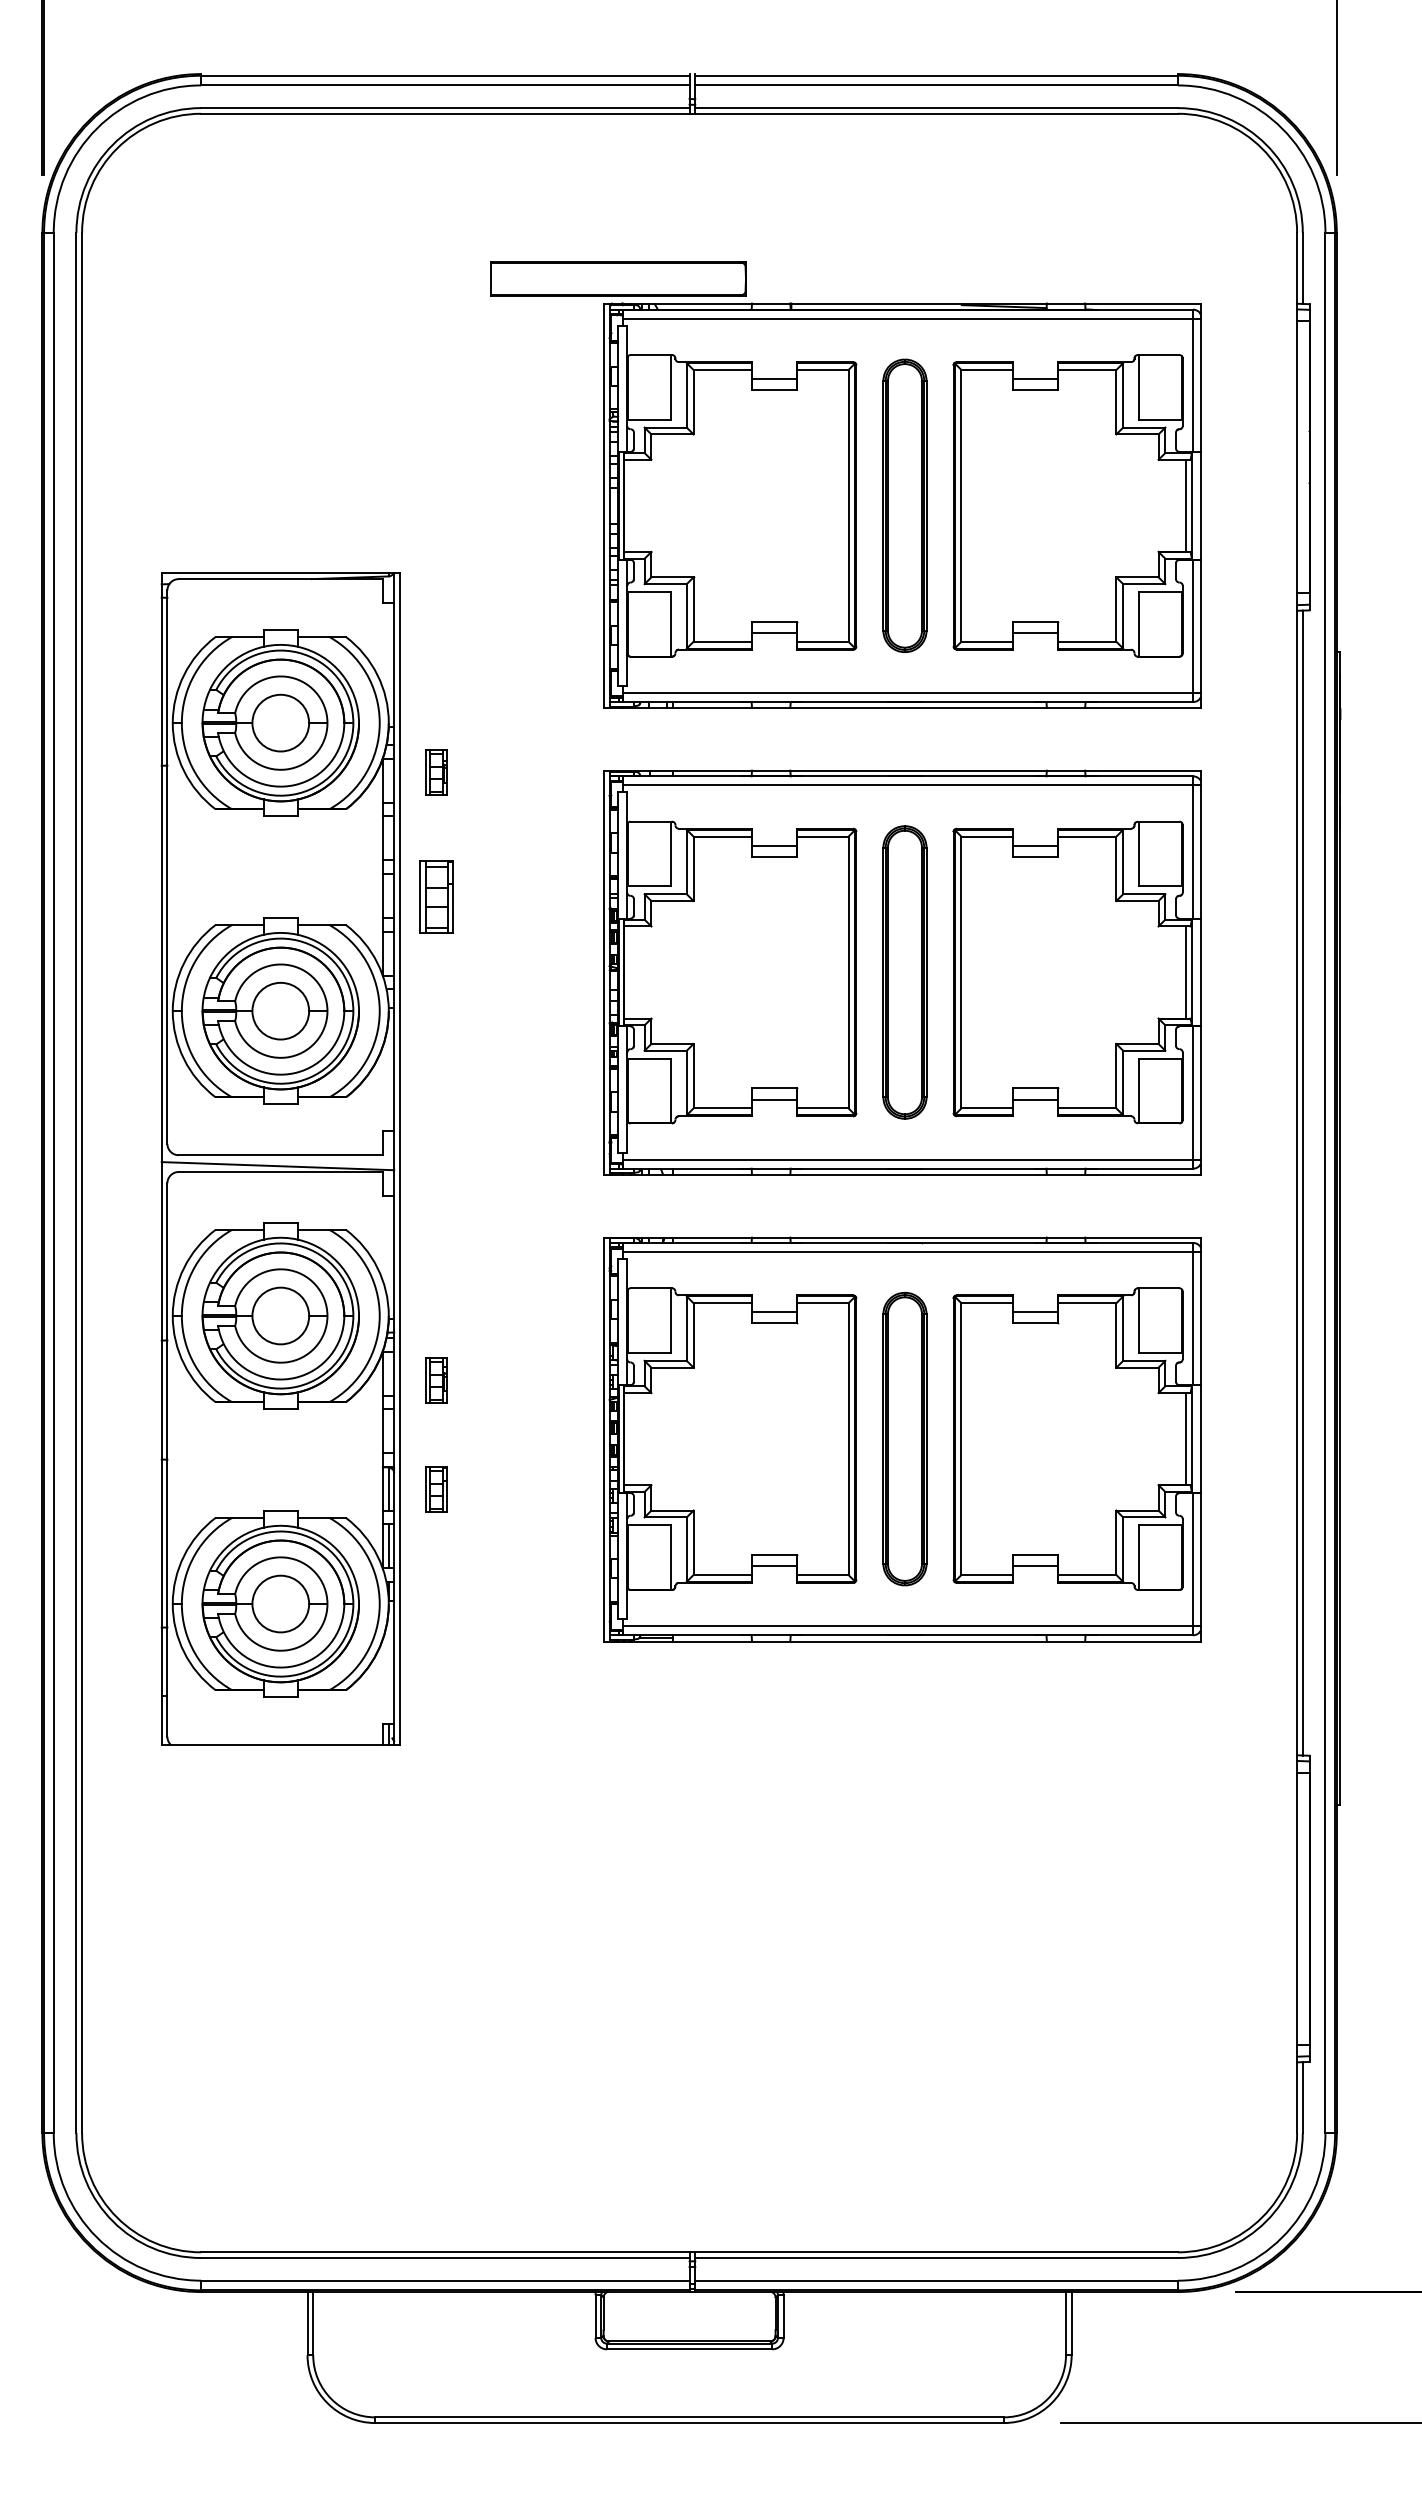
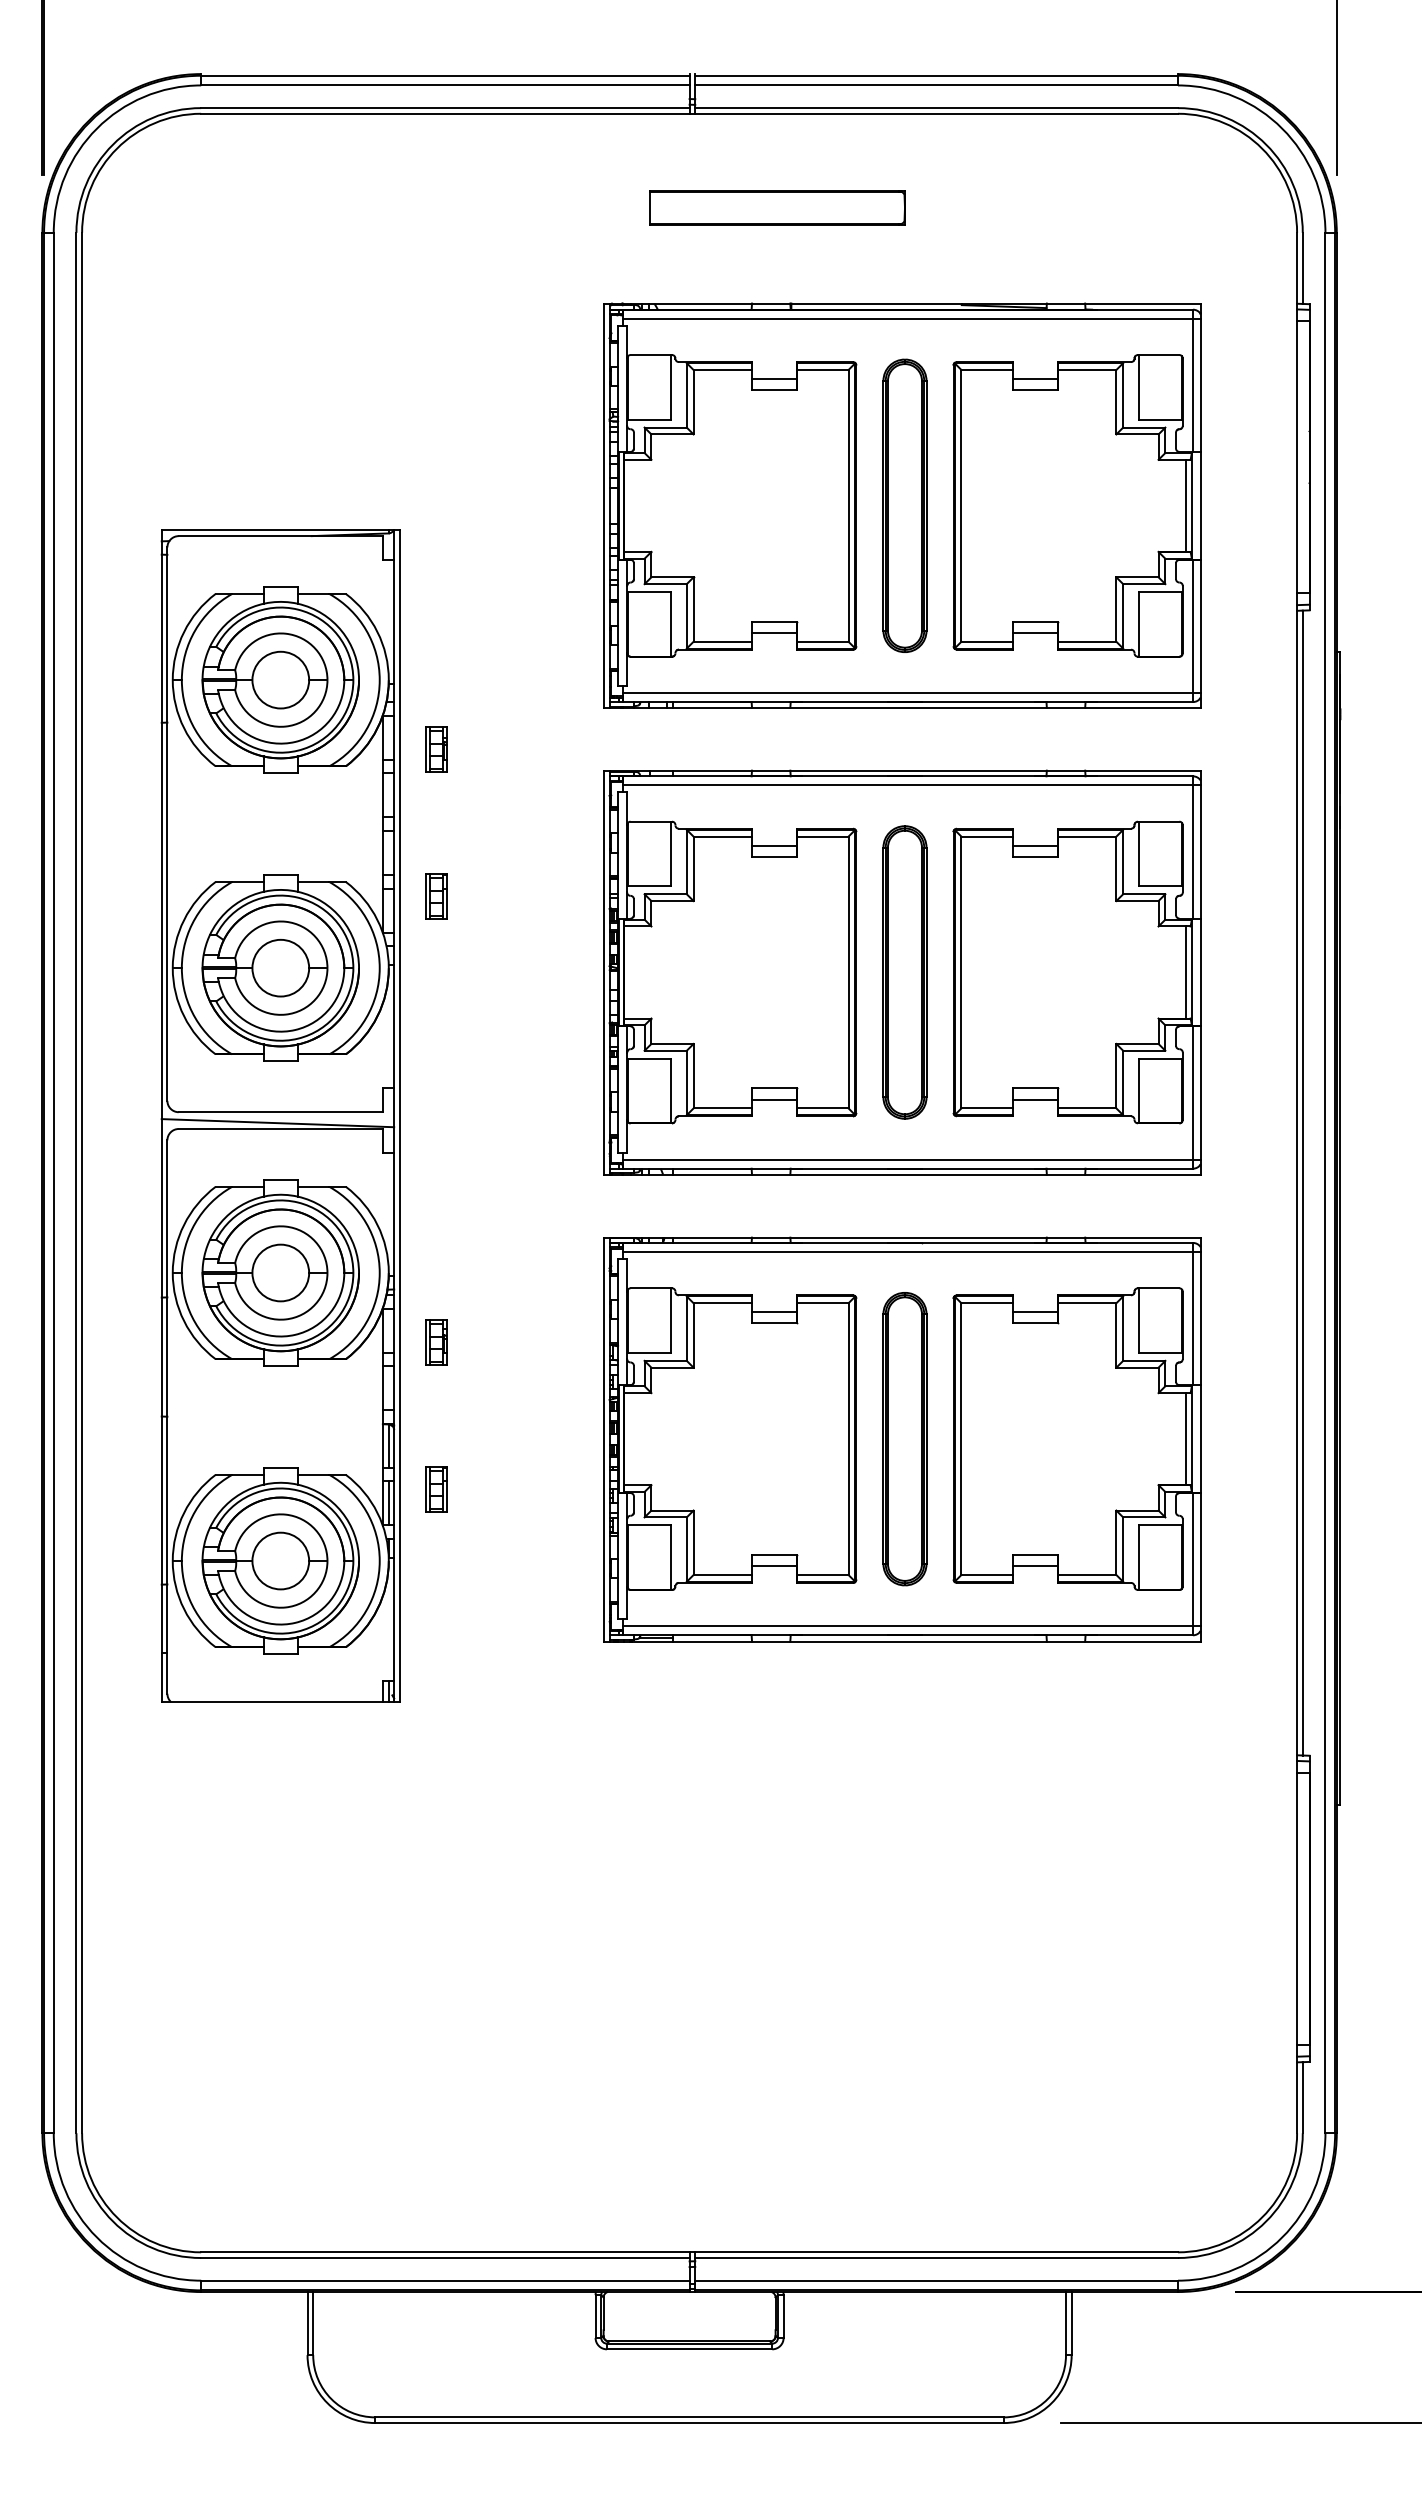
part at (618, 278) position: (618, 278) -> (777, 207)
part at (436, 772) position: (436, 772) -> (436, 749)
part at (436, 896) size: 35x74 px -> 23x47 px
part at (280, 1158) position: (280, 1158) -> (280, 1115)
part at (436, 1380) position: (436, 1380) -> (436, 1342)
